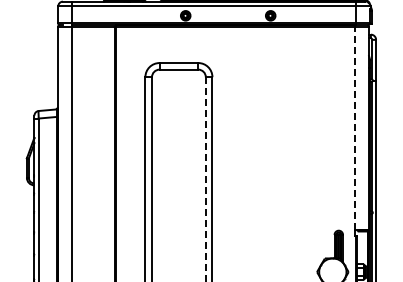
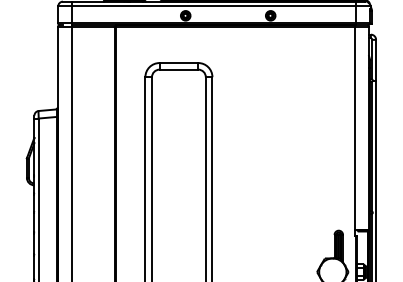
line at (354, 128): dashed -> solid
line at (205, 179): dashed -> solid
